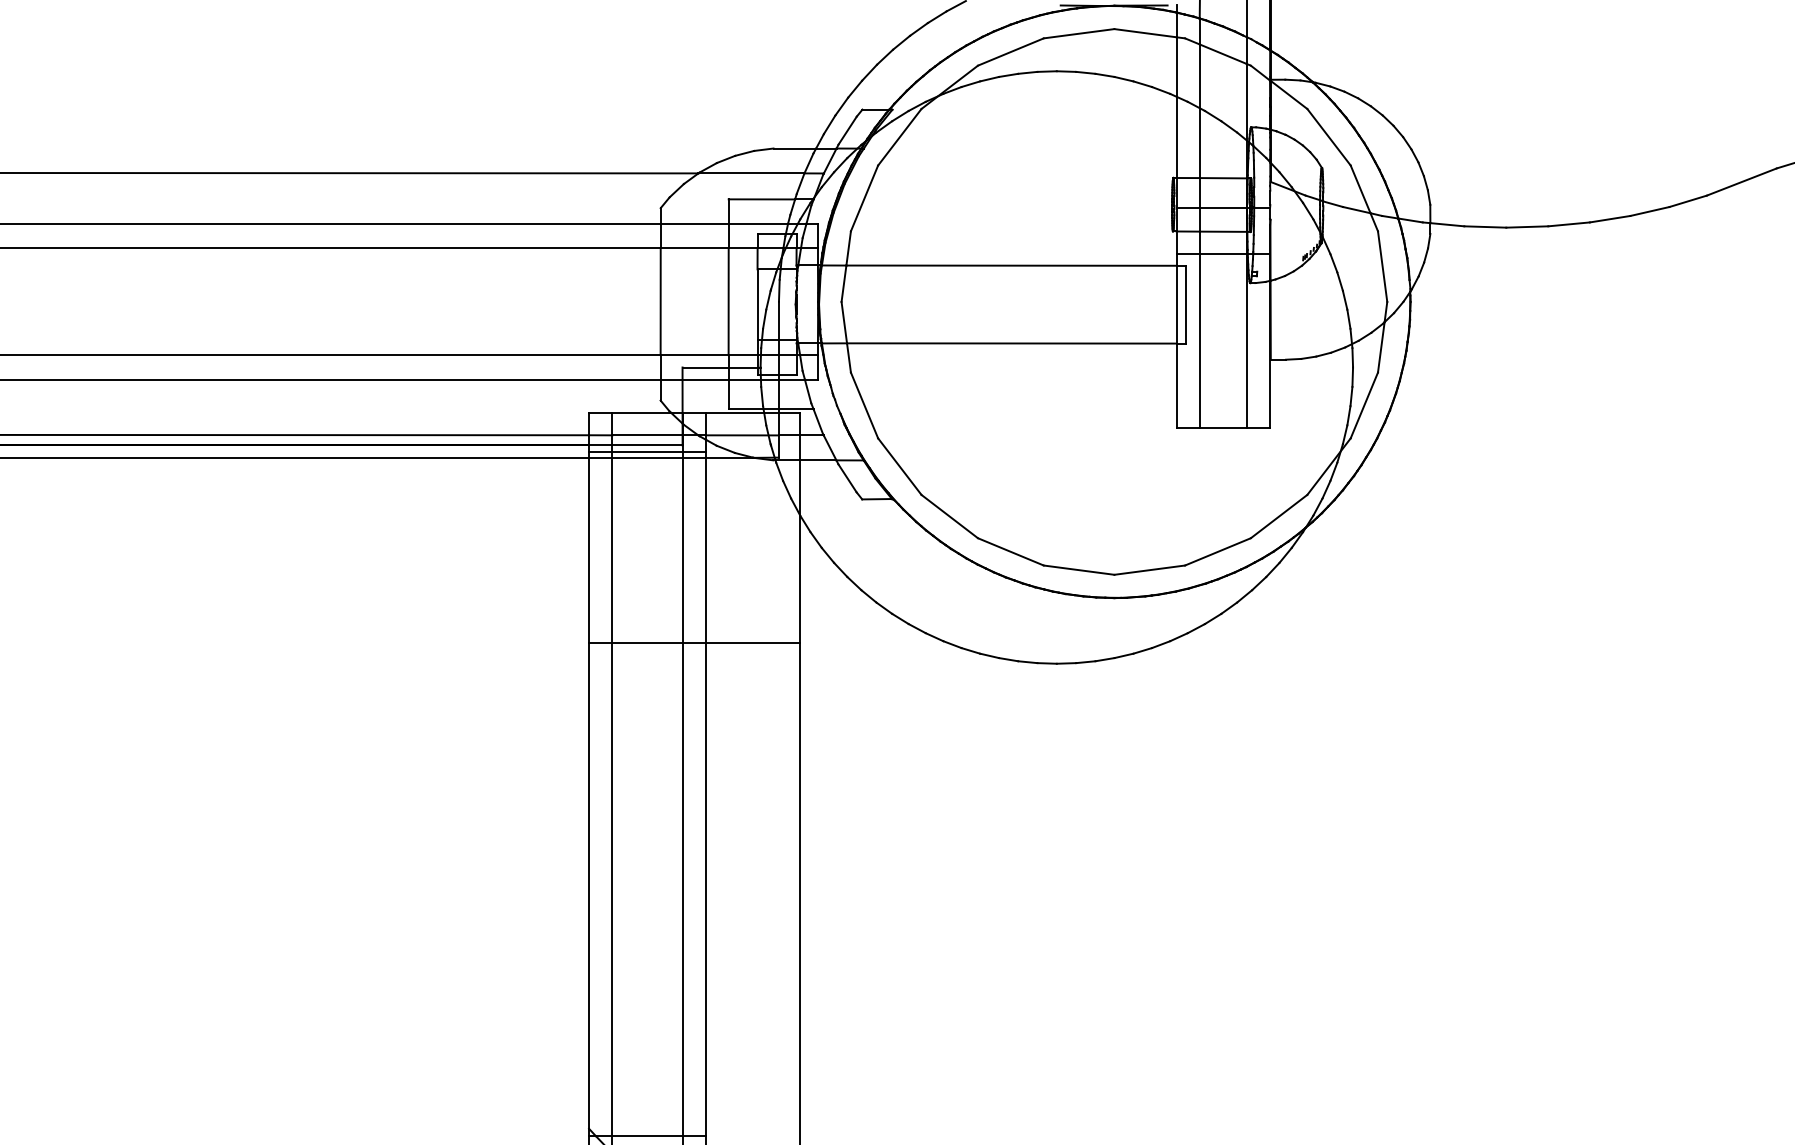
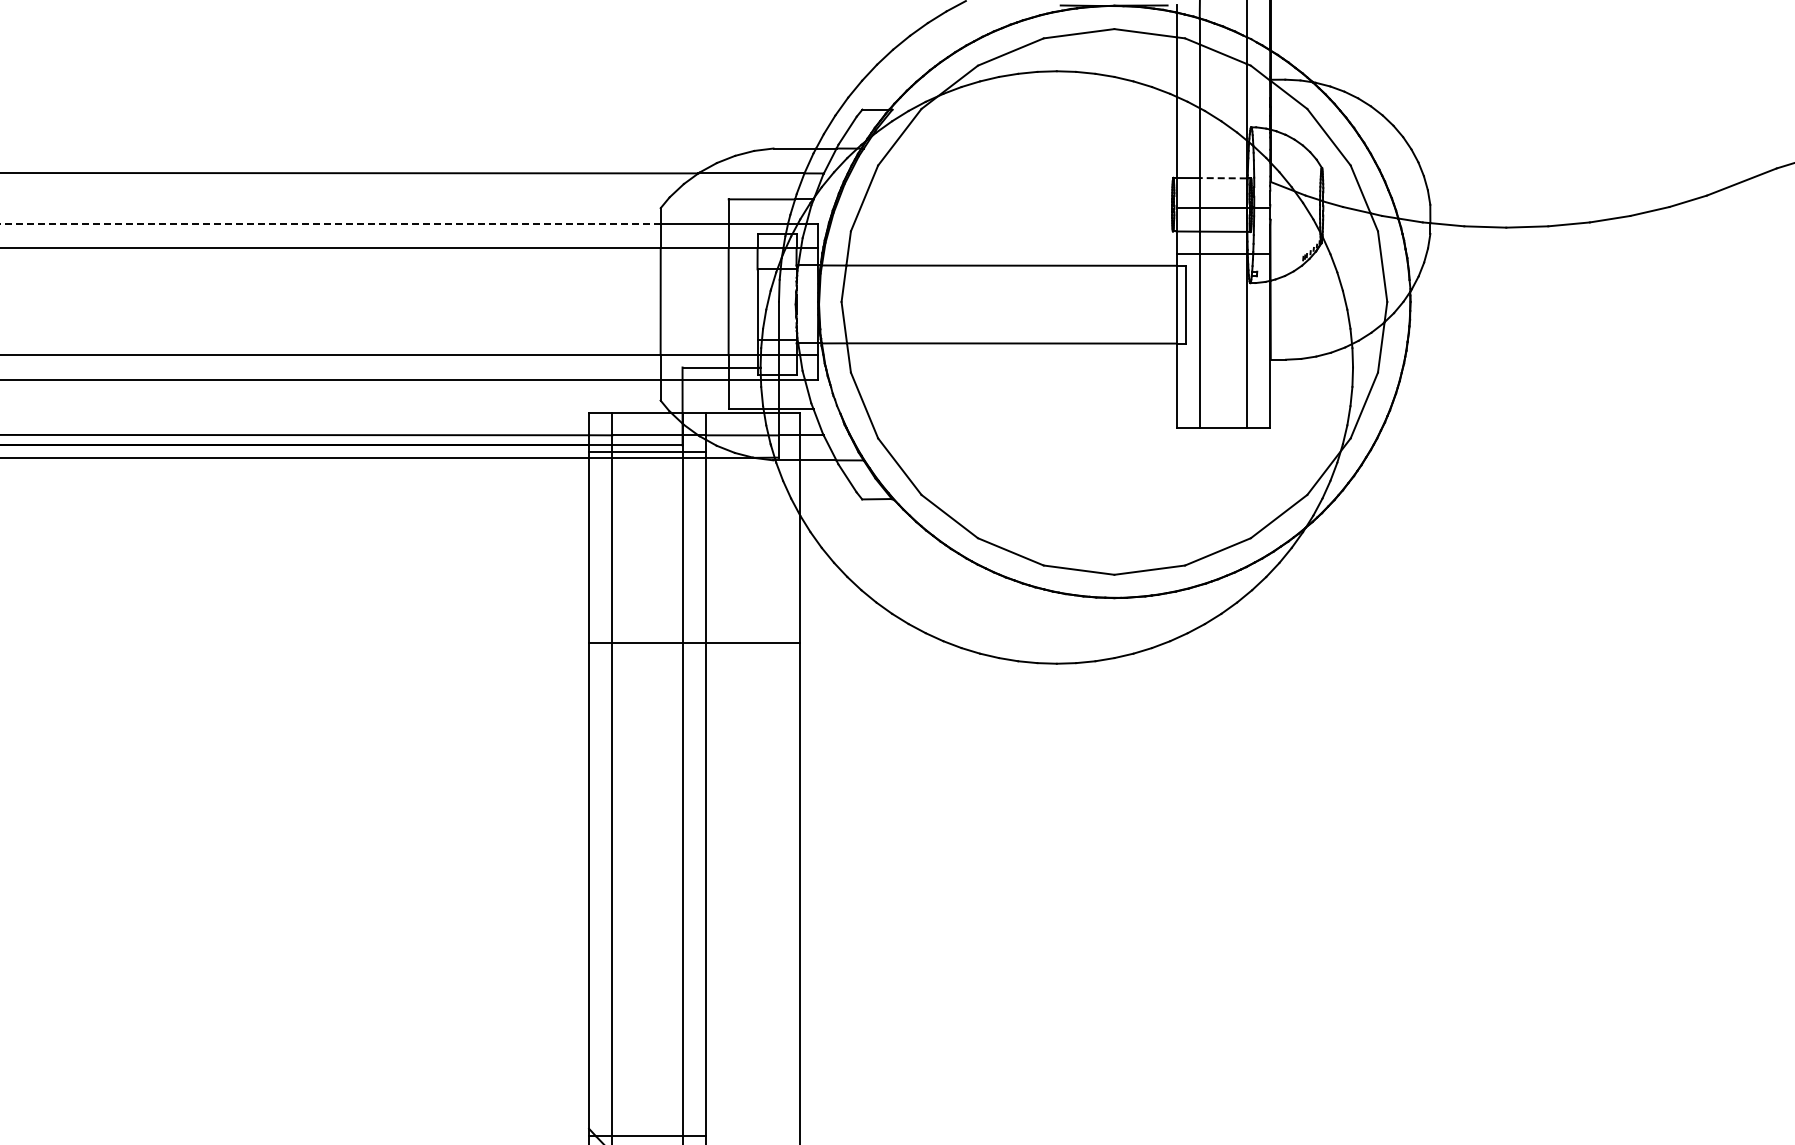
line at (1222, 178): solid -> dashed
line at (330, 223): solid -> dashed
